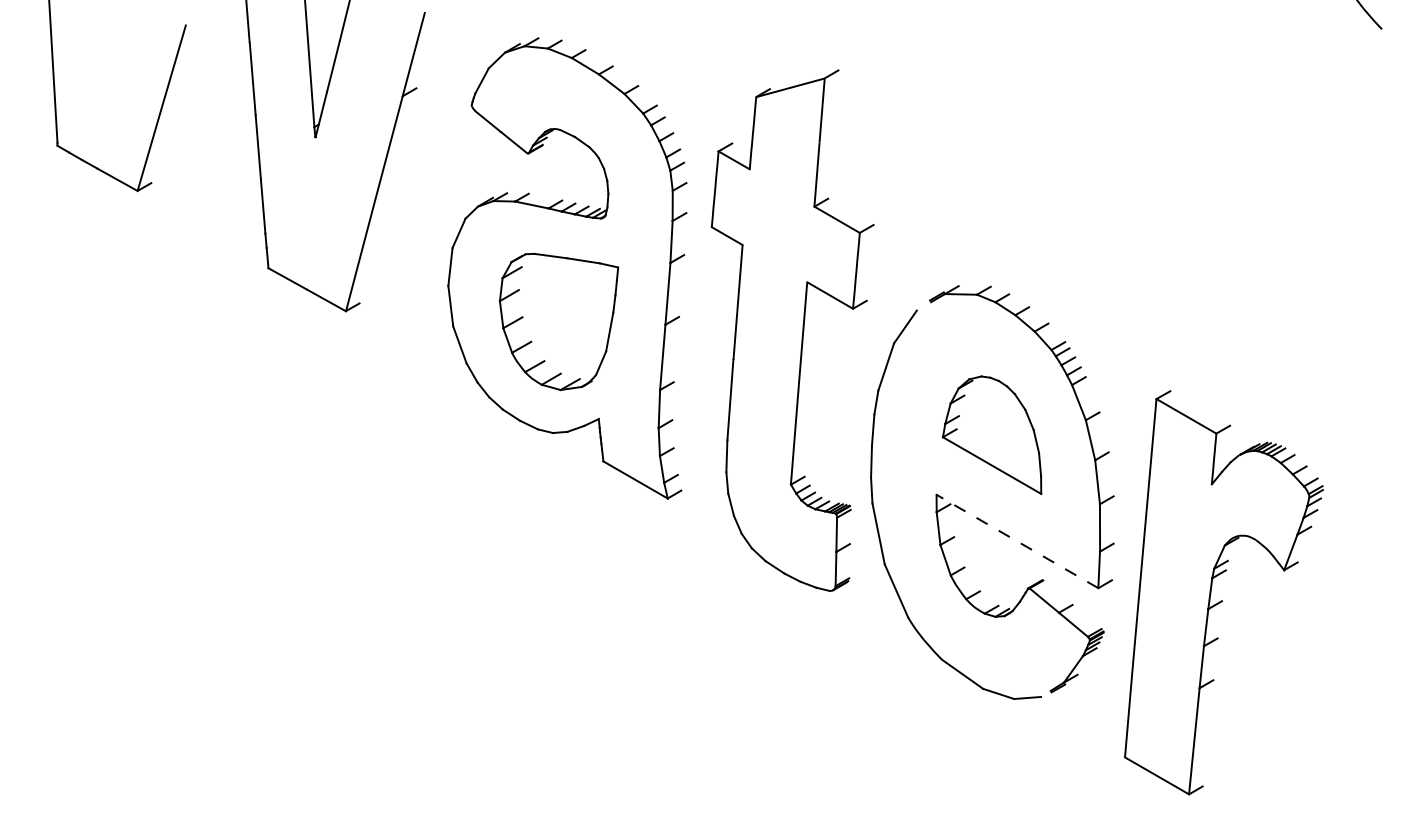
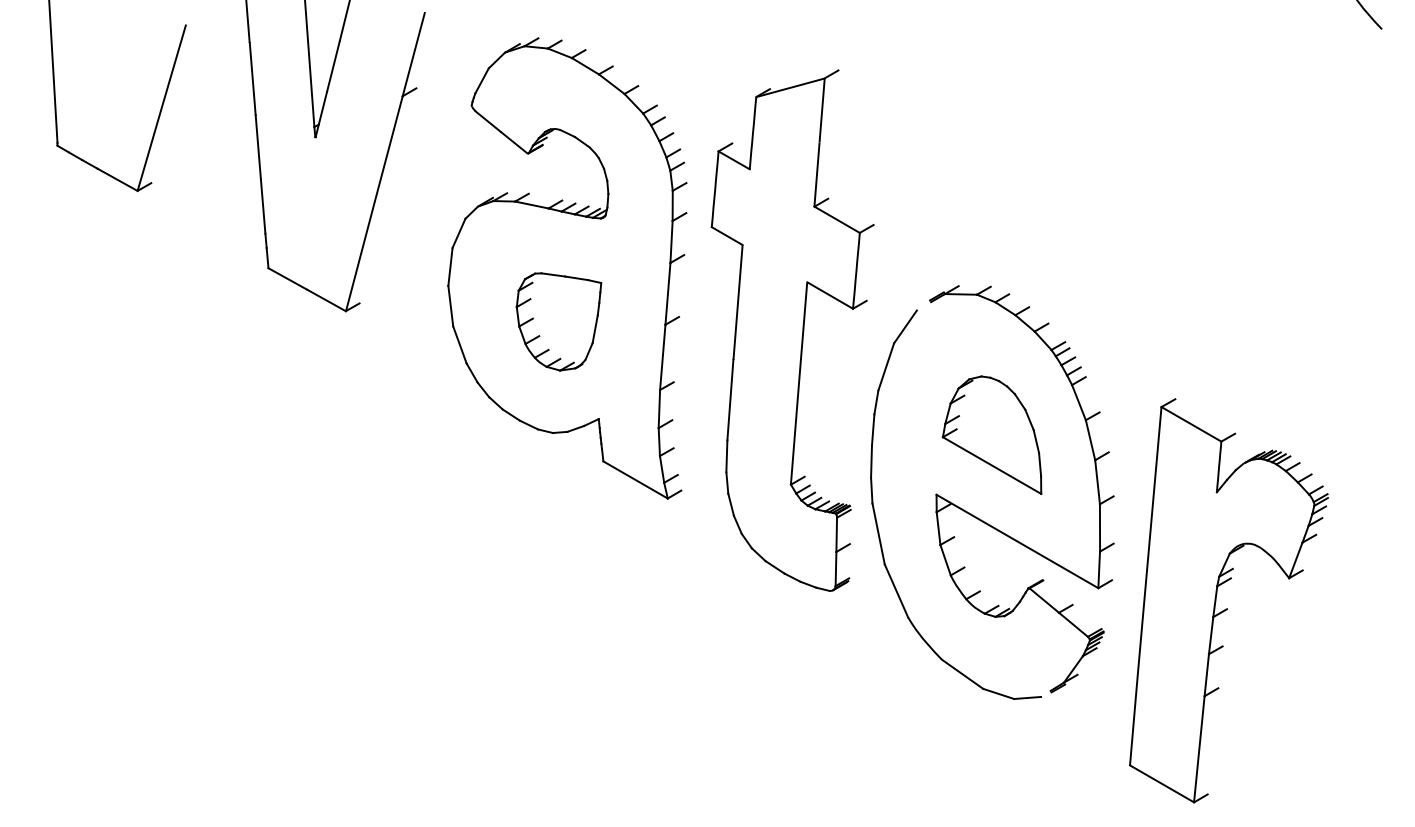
part at (558, 321) size: 122x140 px -> 88x100 px
line at (1017, 541): dashed -> solid
part at (1222, 600) position: (1222, 600) -> (1227, 608)
